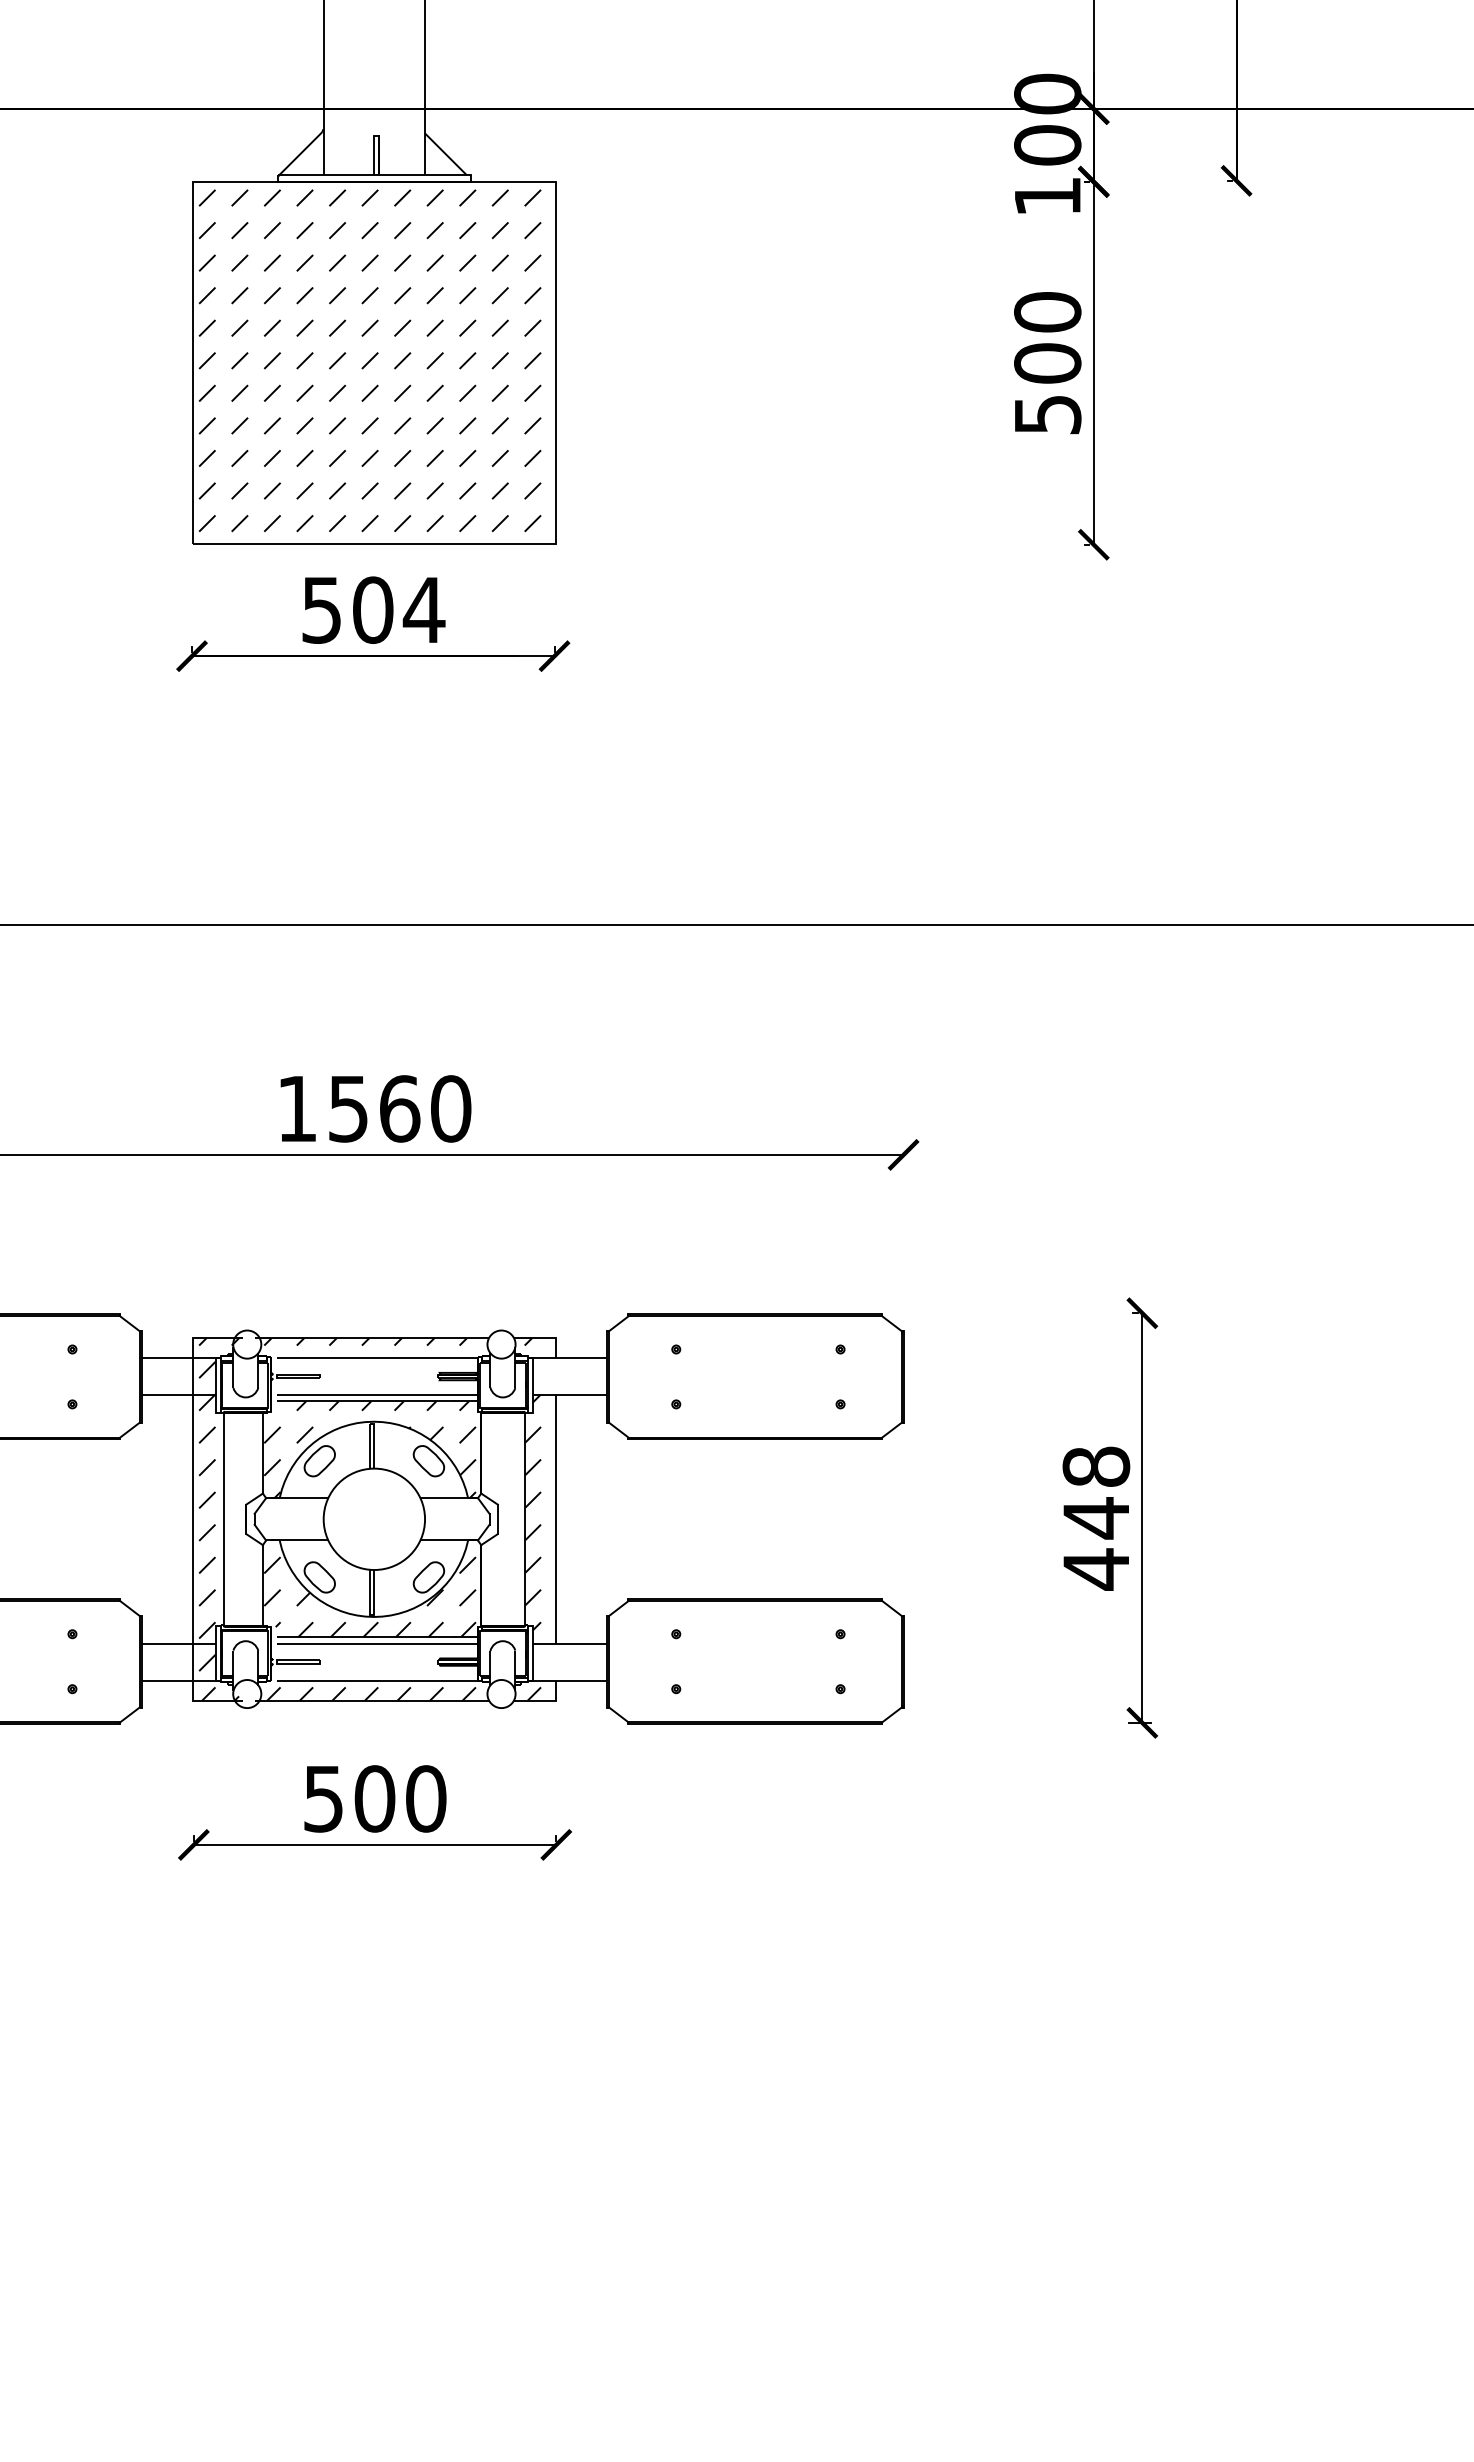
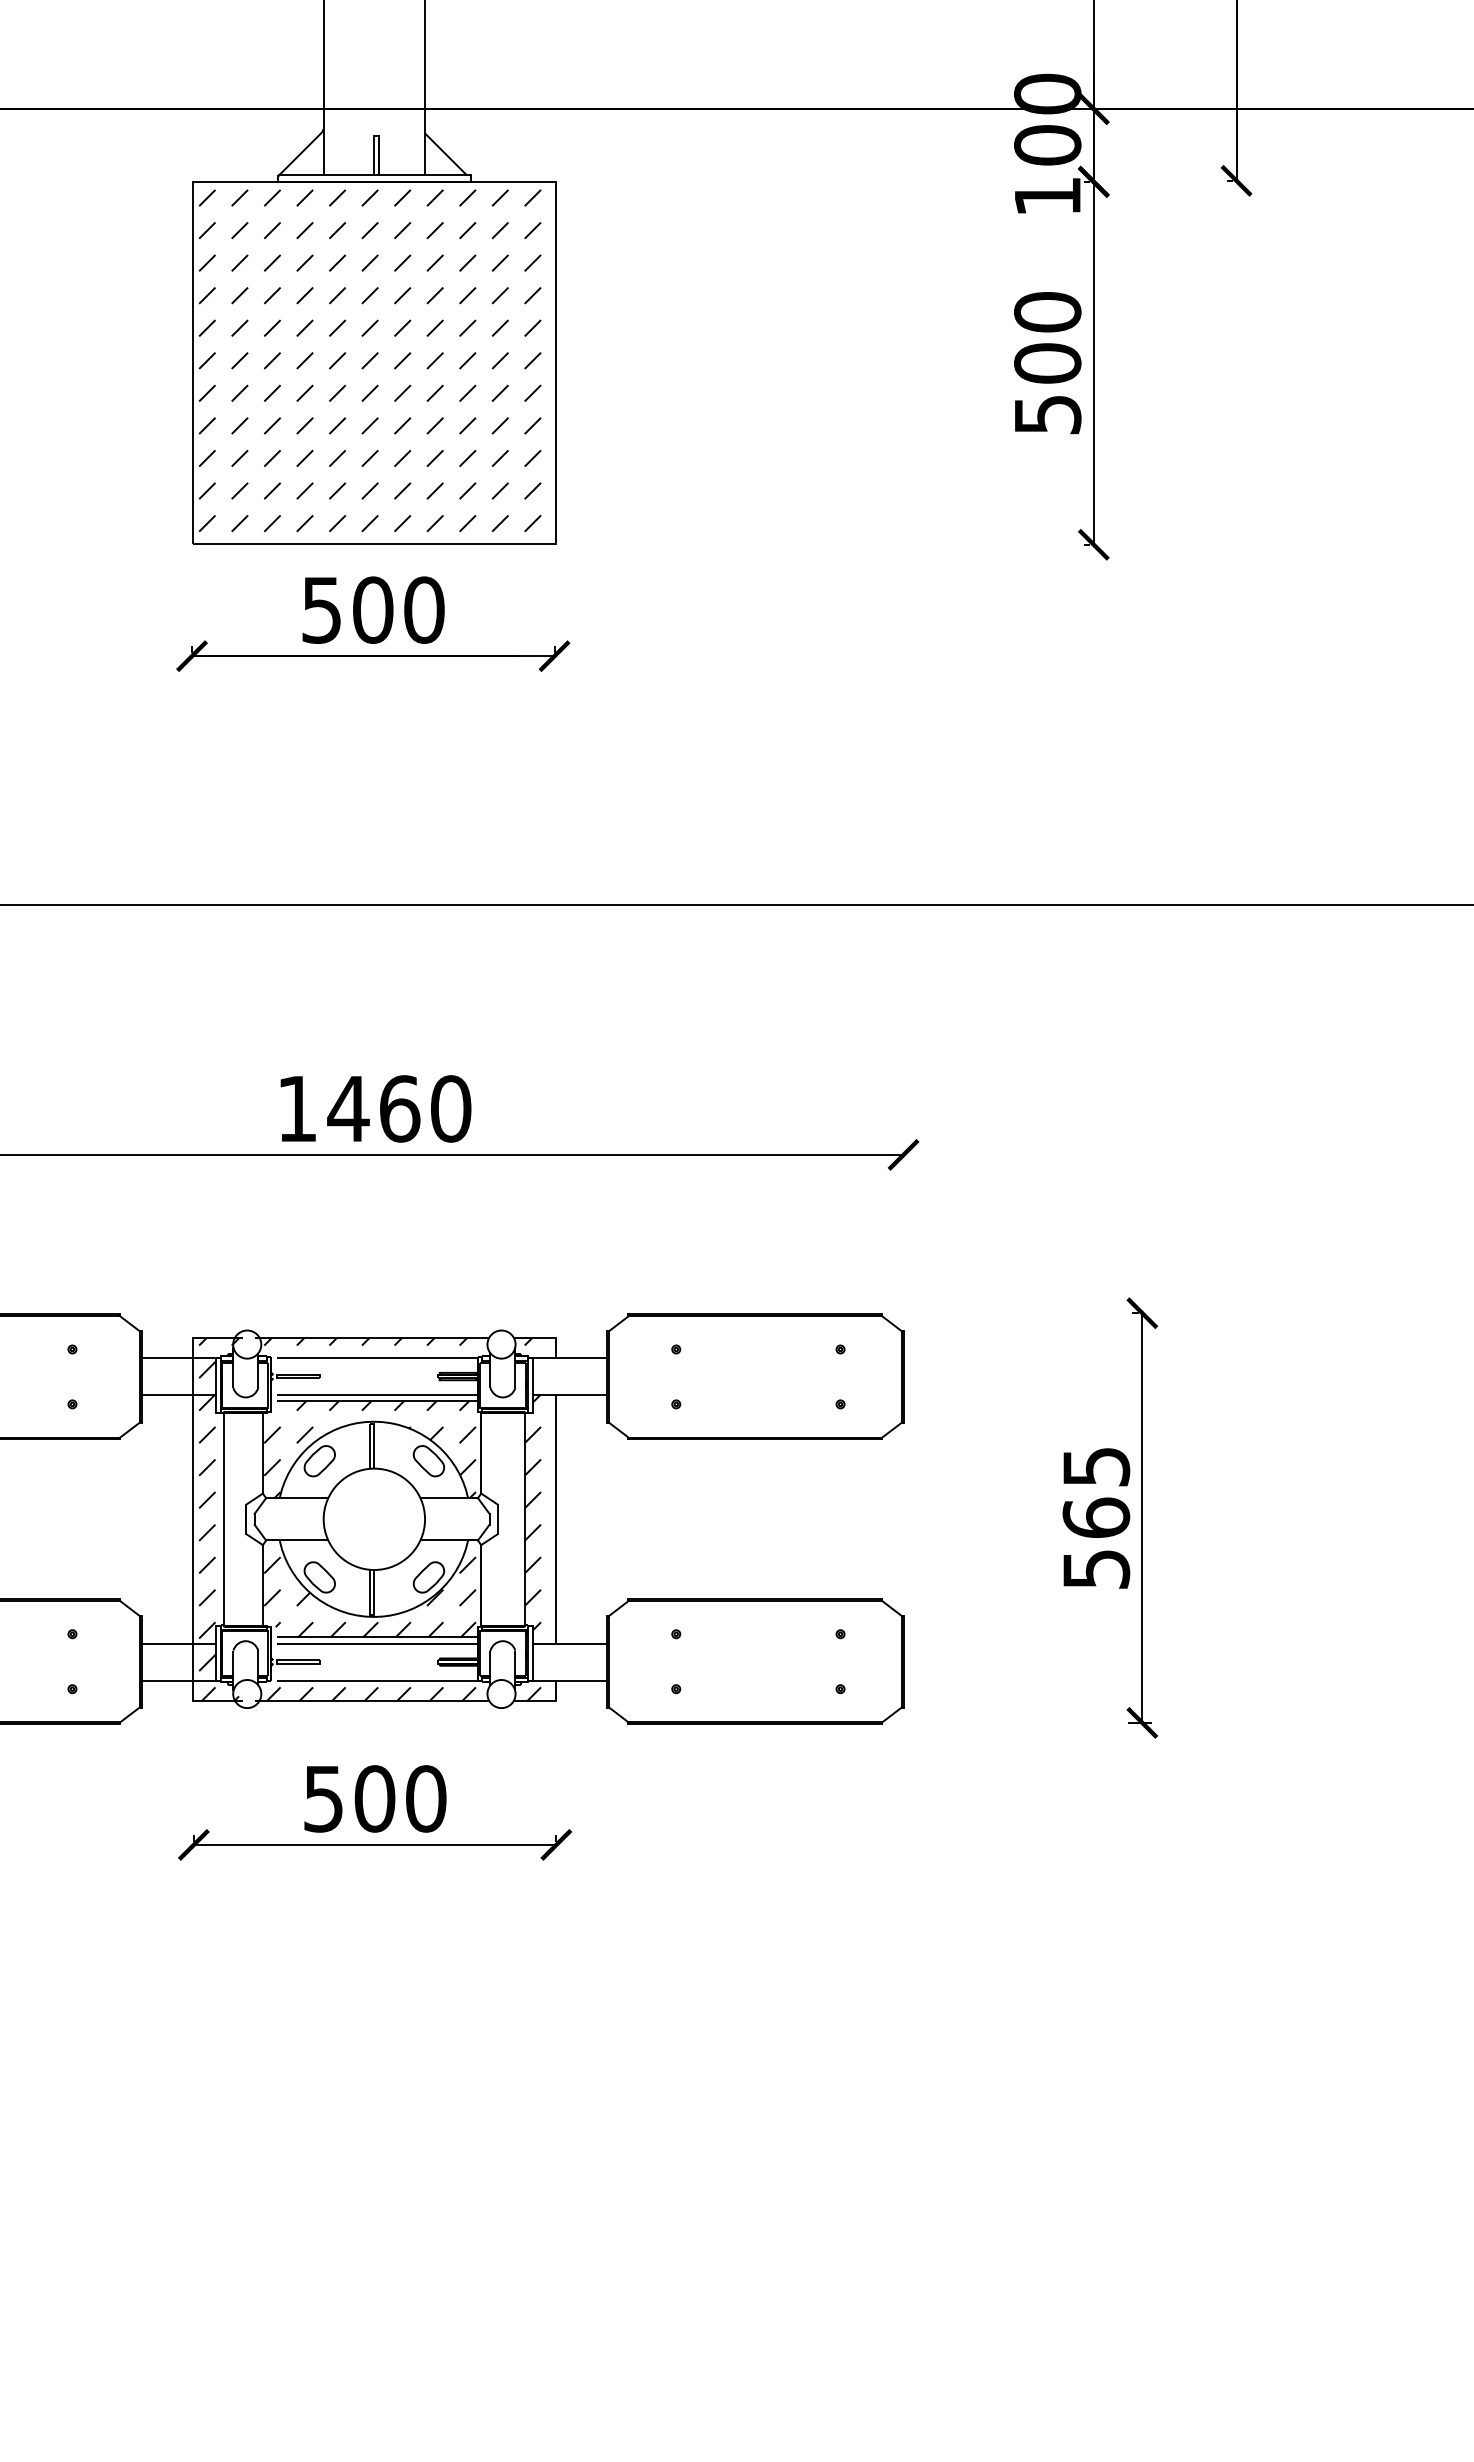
text at (423, 609): 504 -> 500
line at (736, 924) position: (736, 924) -> (736, 904)
text at (348, 1109): 1560 -> 1460
text at (1096, 1518): 448 -> 565
